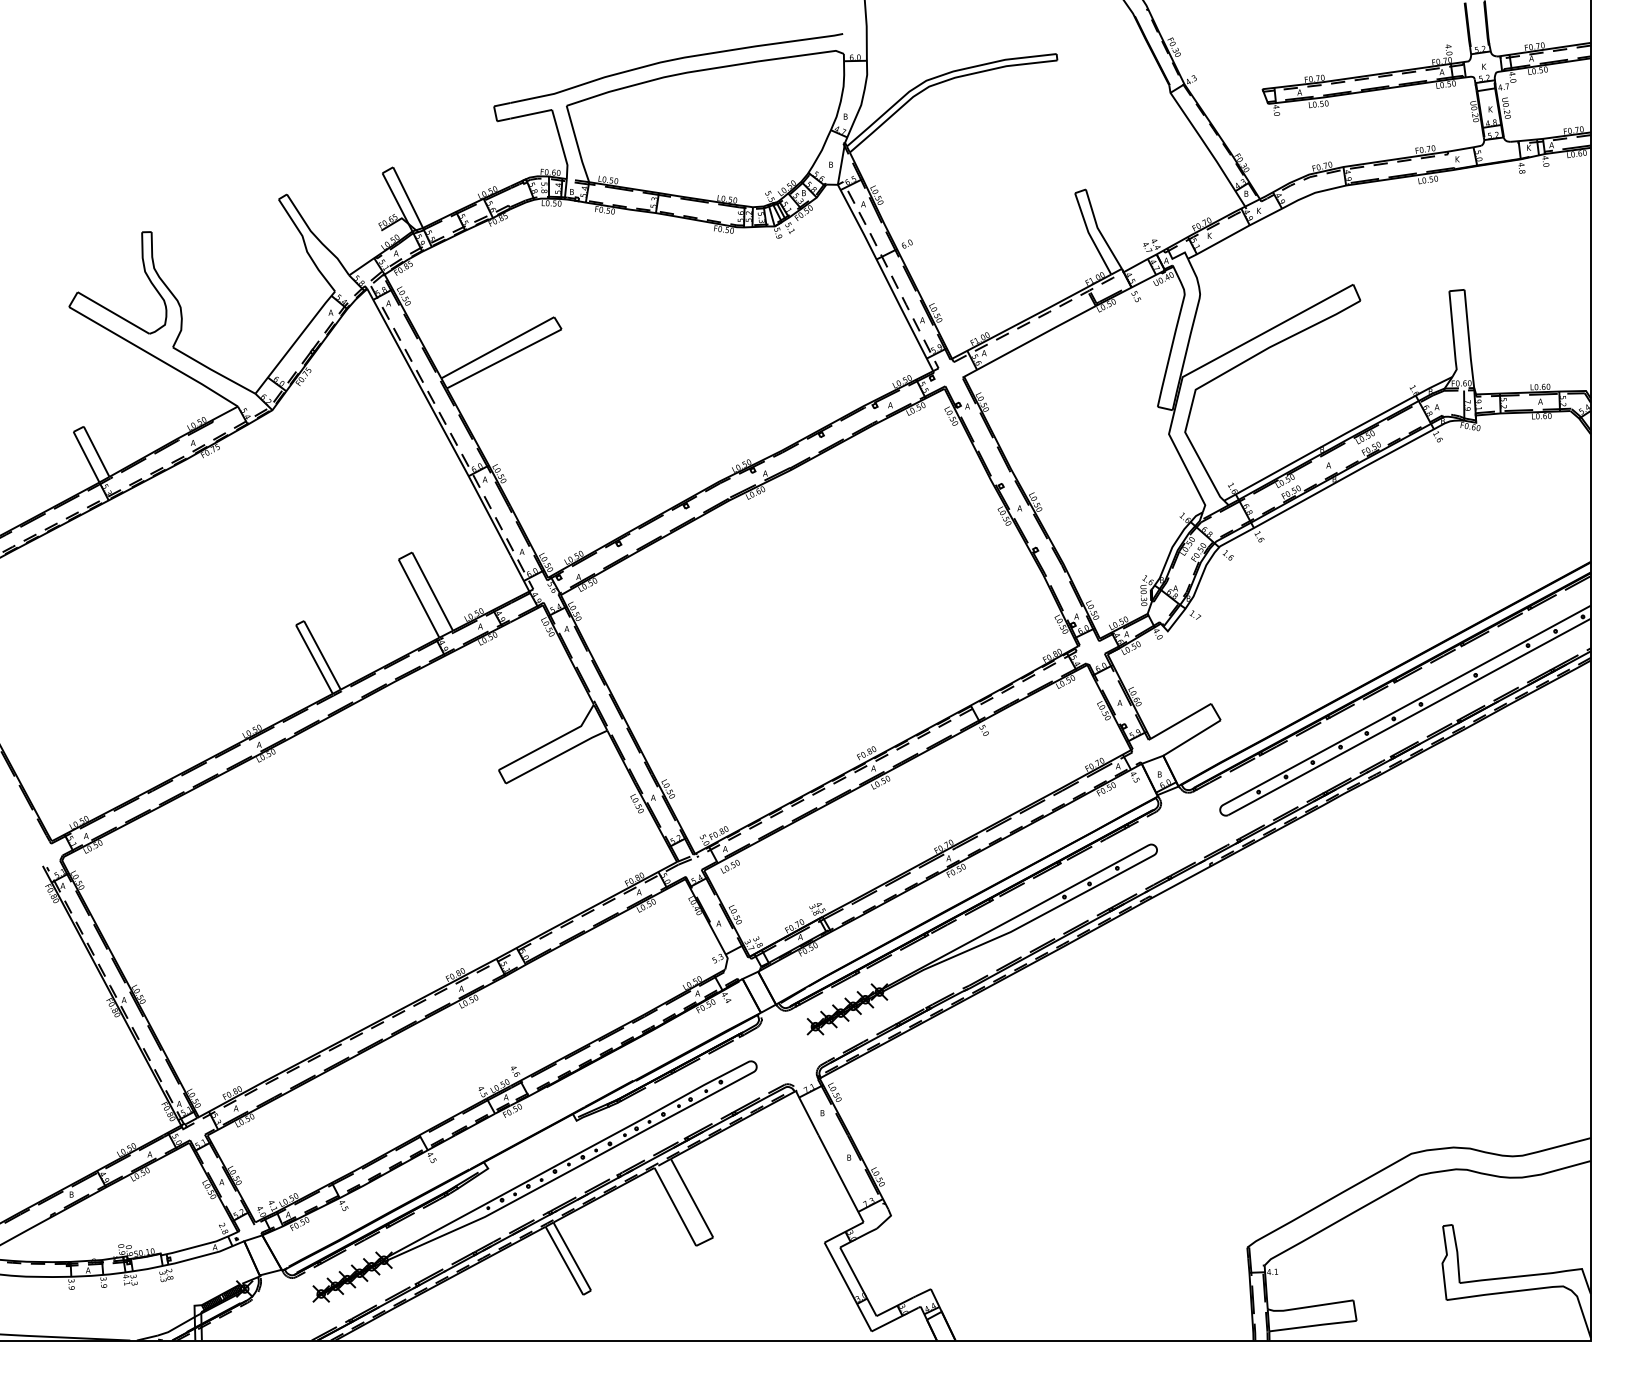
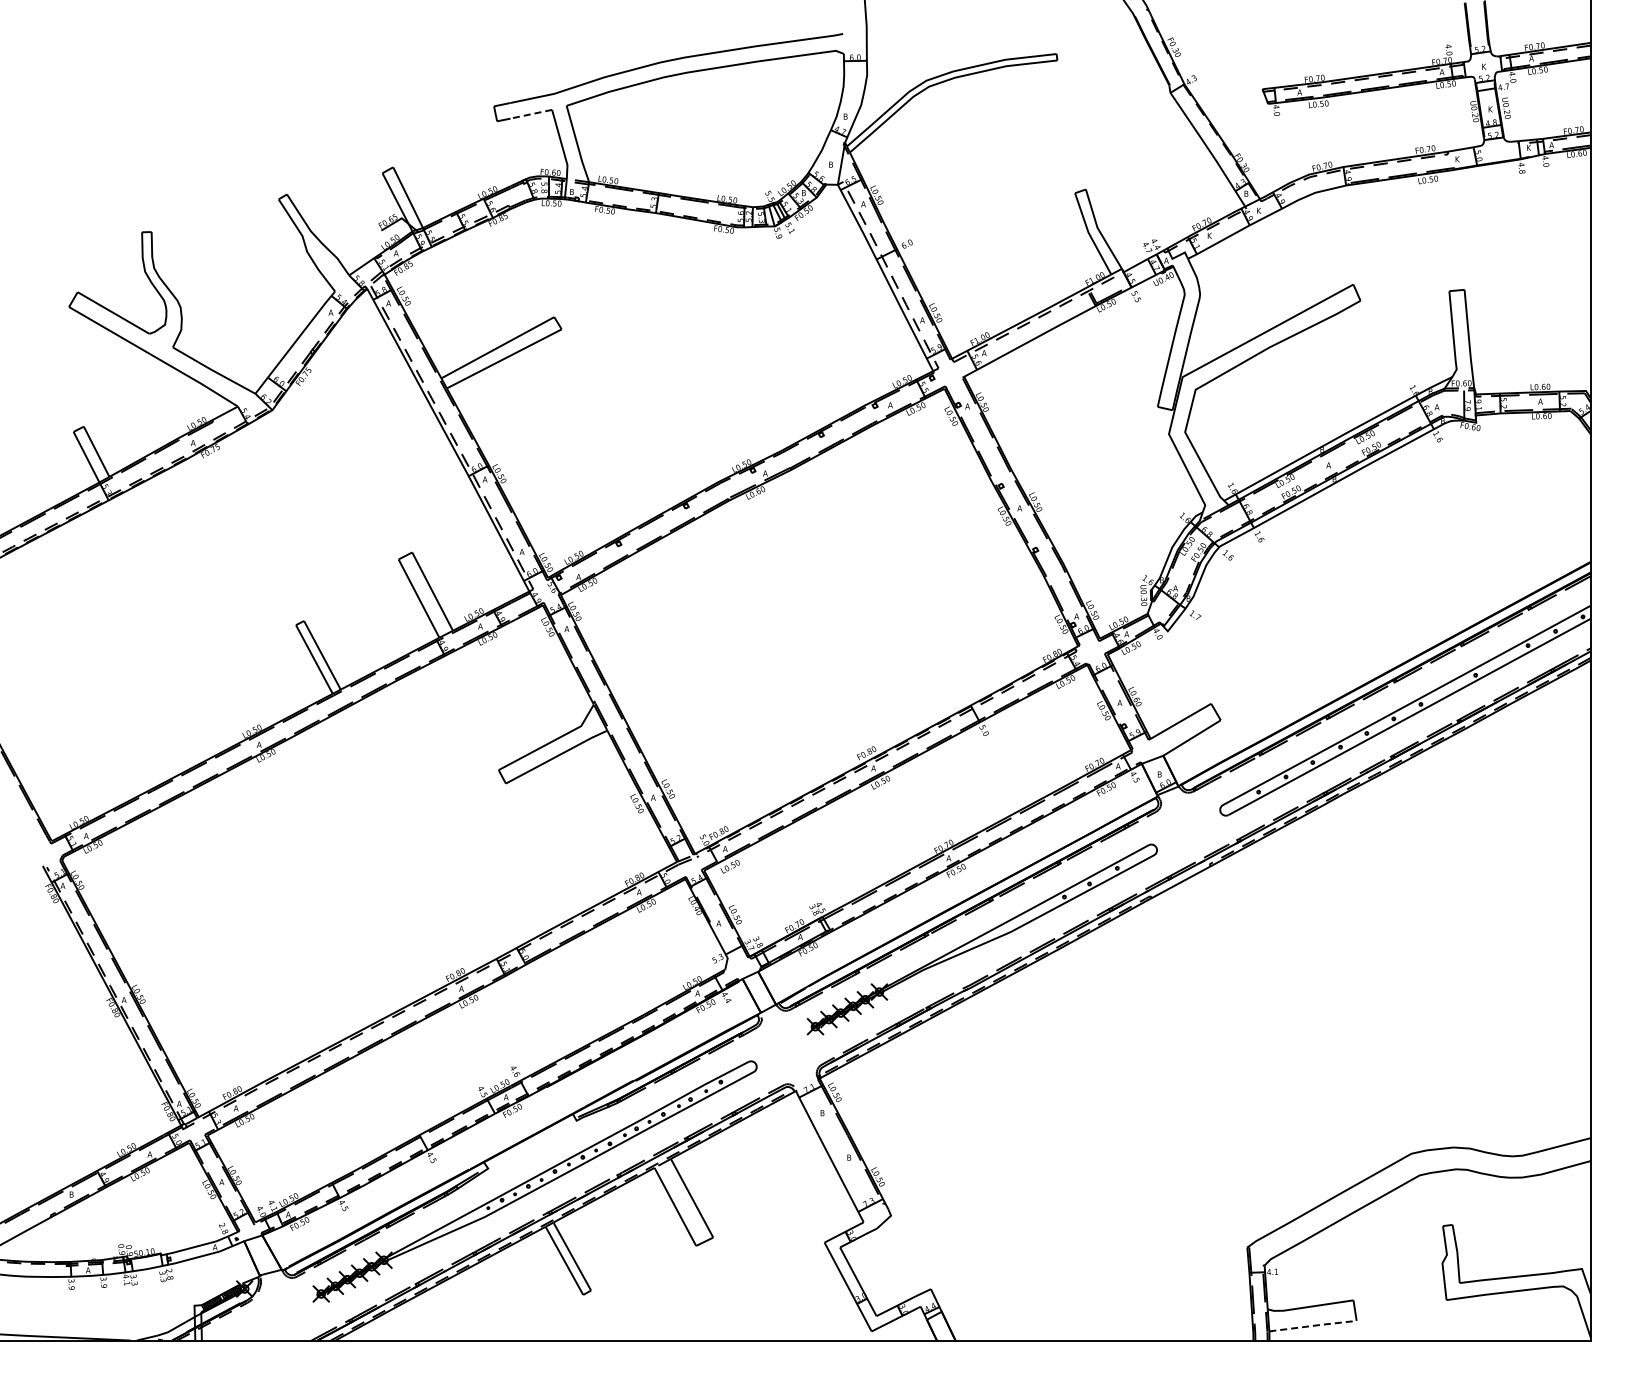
line at (530, 114): solid -> dashed
line at (1313, 1325): solid -> dashed
